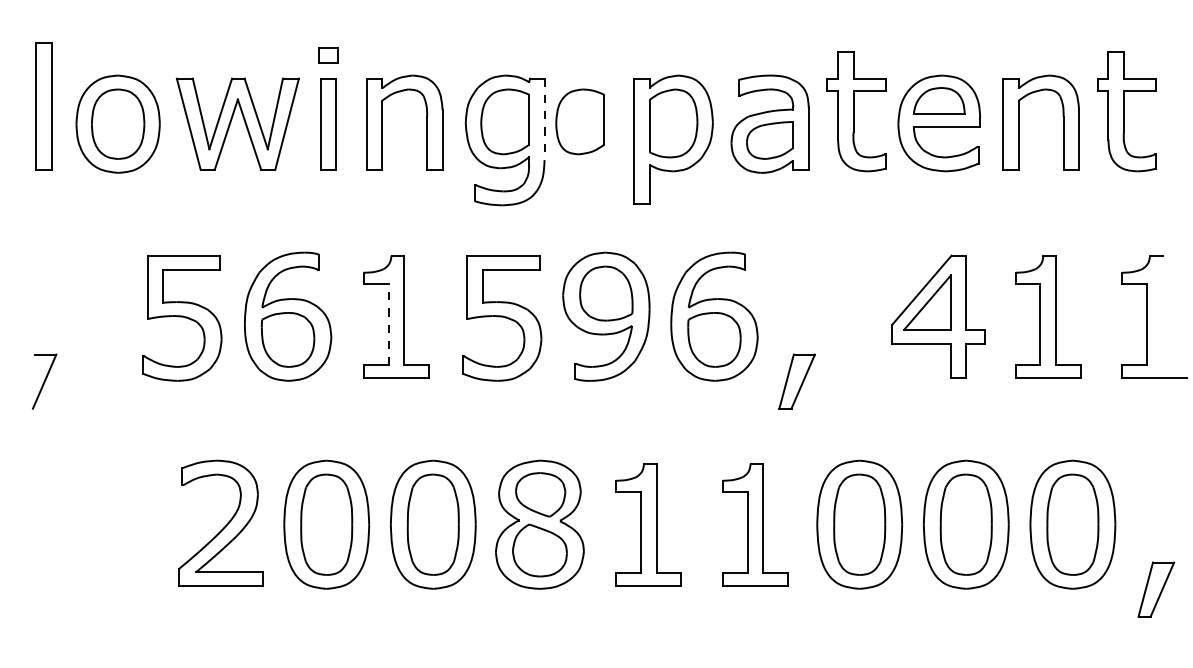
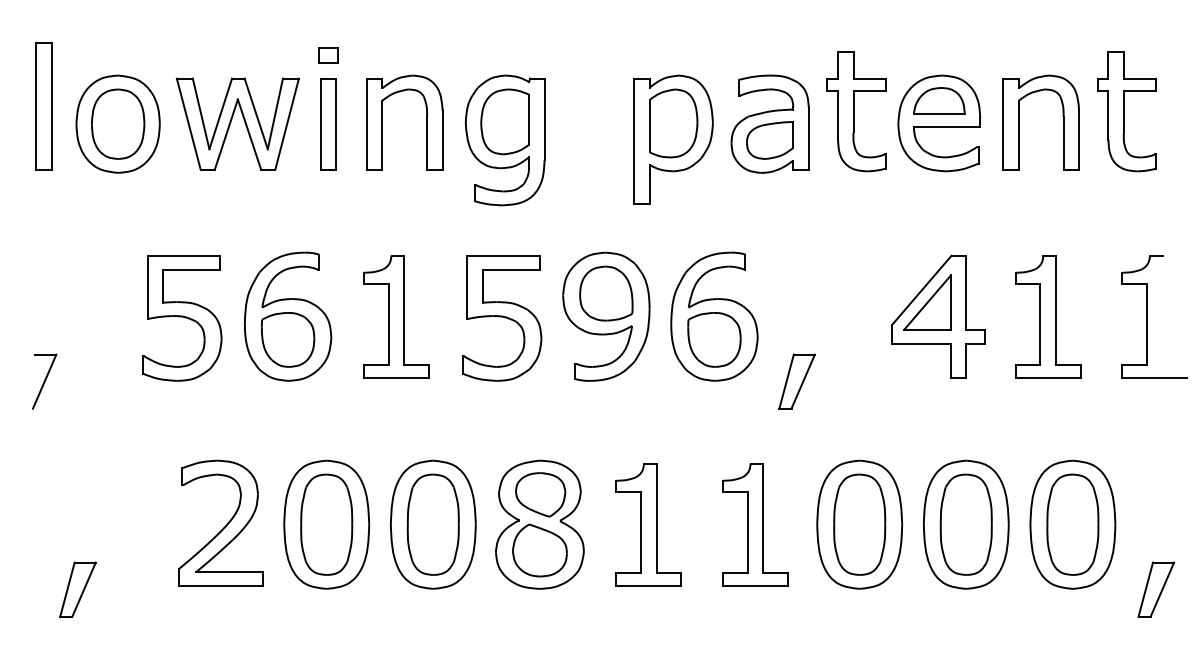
line at (544, 119): dashed -> solid
part at (579, 121): present -> none
line at (388, 324): dashed -> solid
part at (77, 589): none -> present
